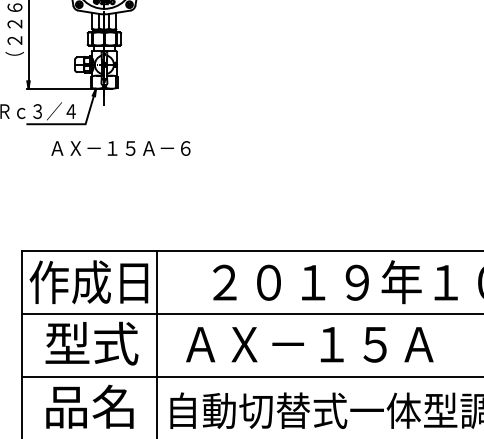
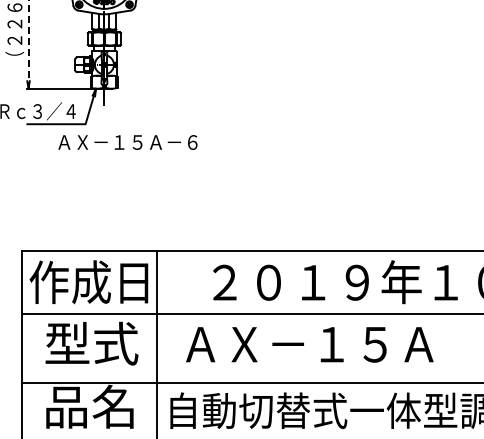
line at (28, 44): solid -> dashed
text at (120, 148) position: (120, 148) -> (127, 142)
line at (251, 377) position: (251, 377) -> (251, 383)
